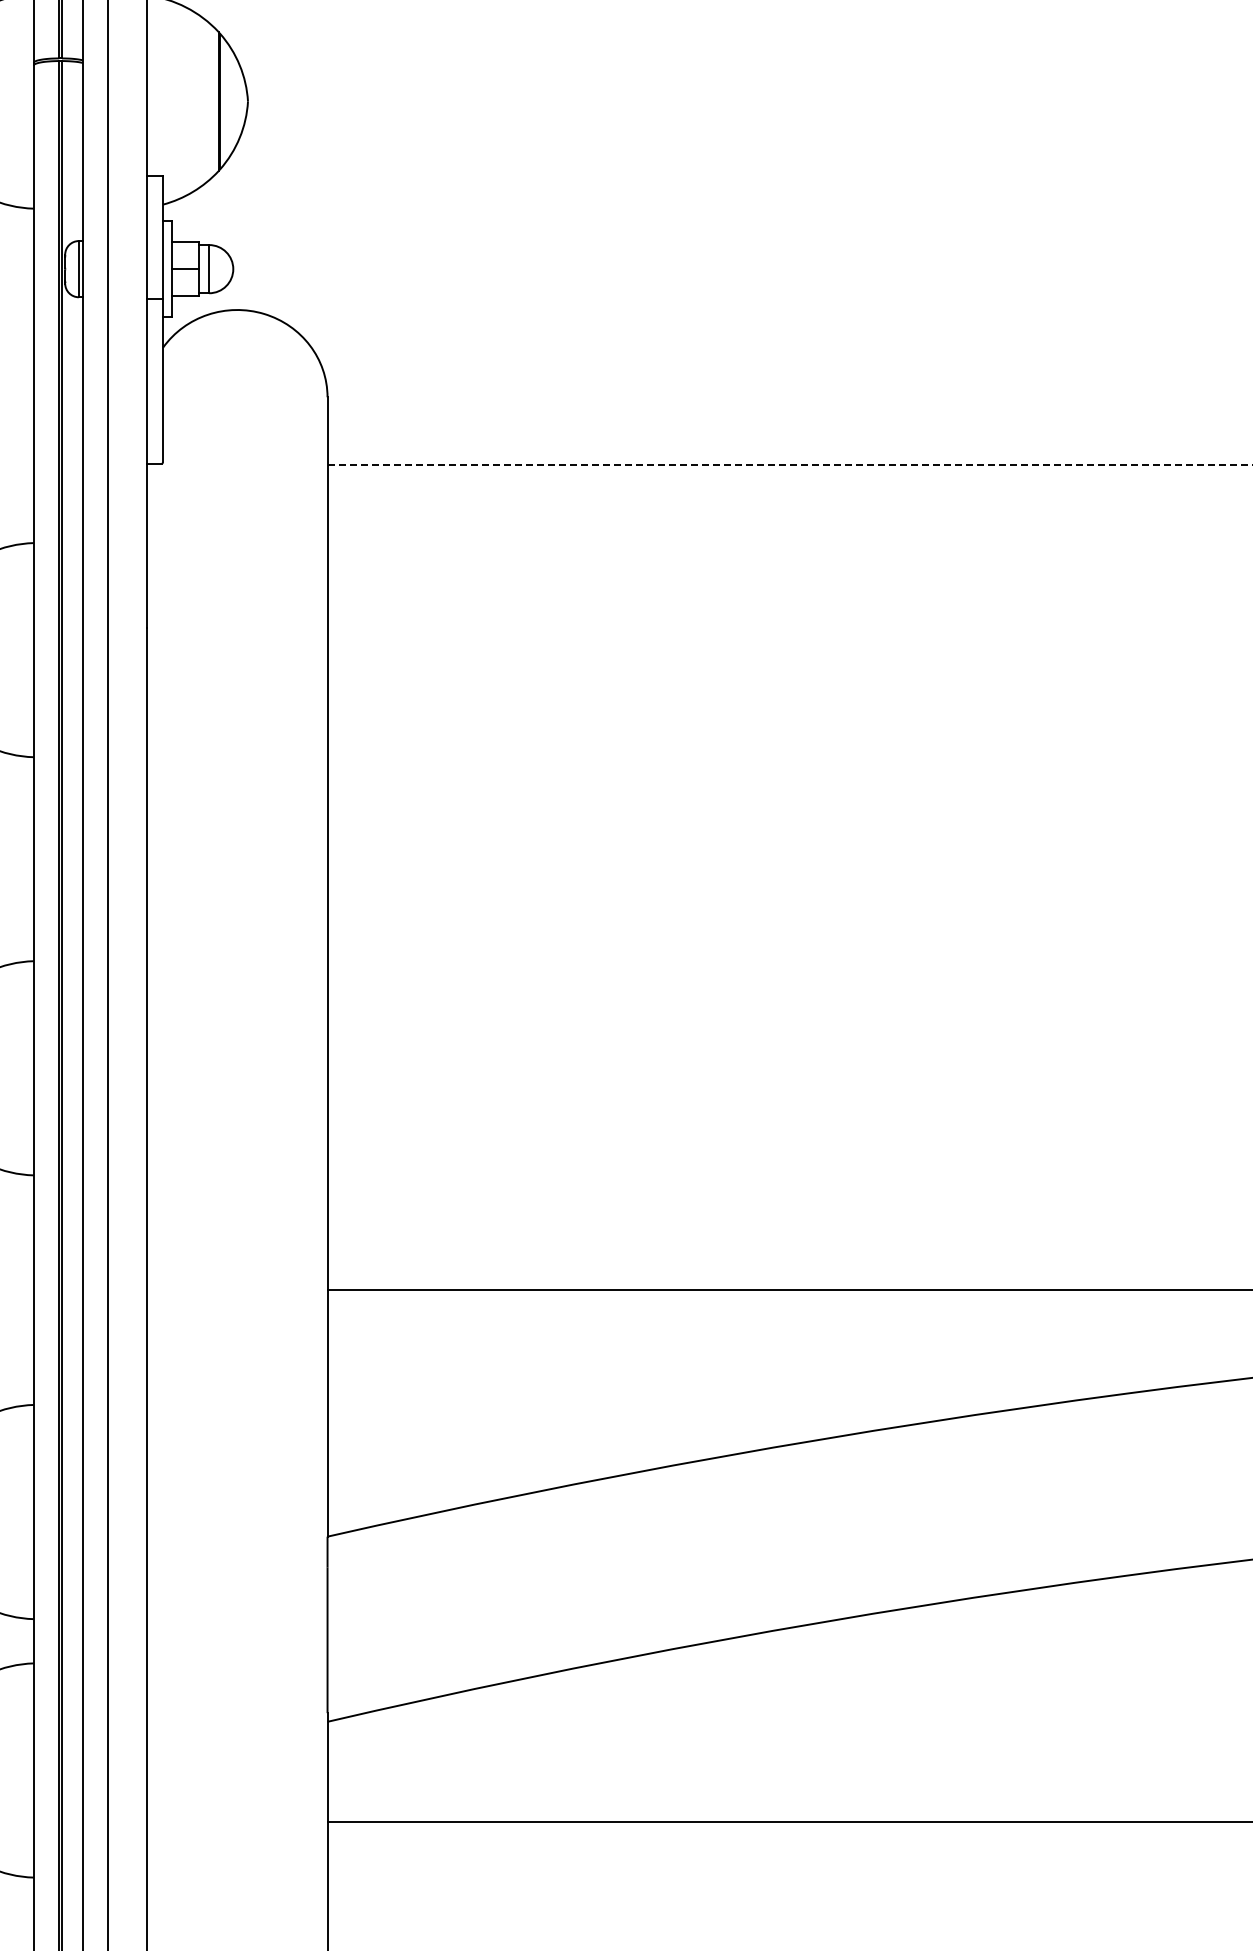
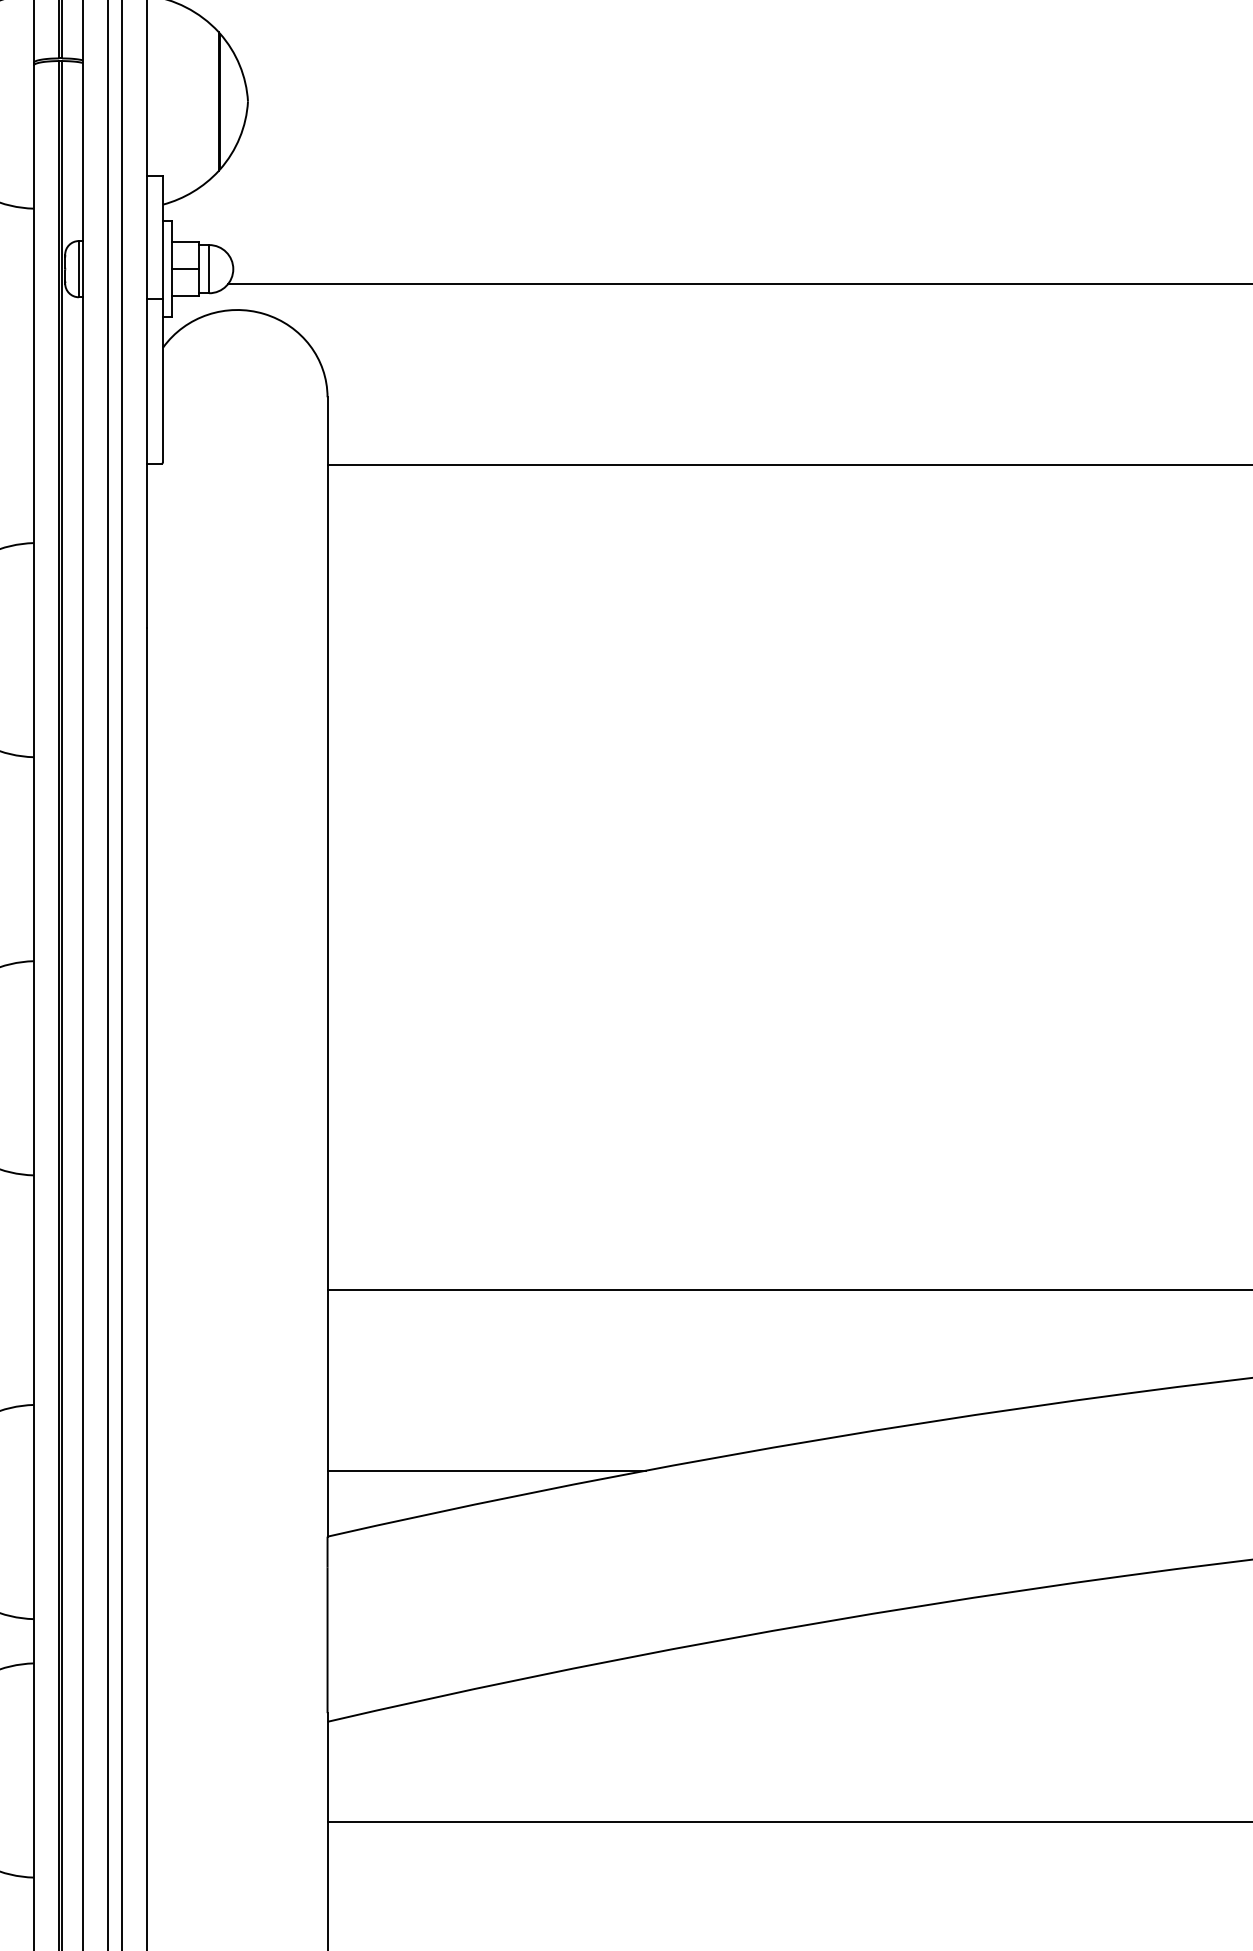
line at (738, 284): none -> present
line at (790, 464): dashed -> solid
line at (121, 974): none -> present
line at (486, 1470): none -> present
